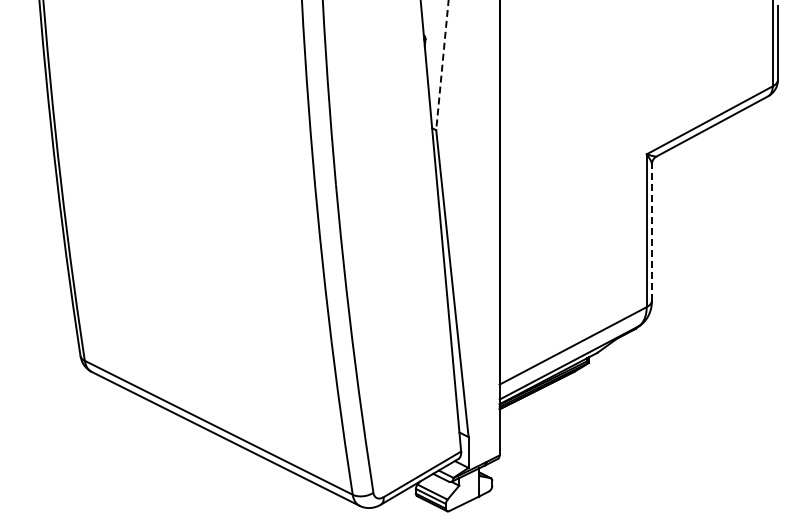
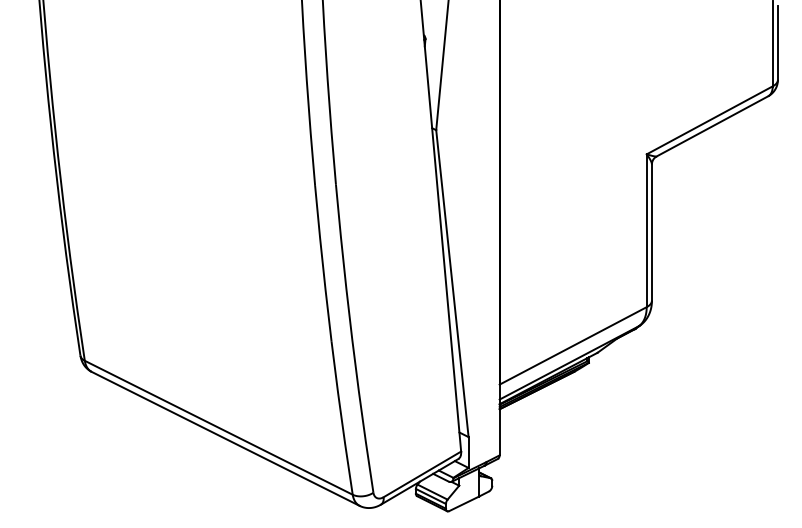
line at (442, 65): dashed -> solid
line at (651, 232): dashed -> solid
